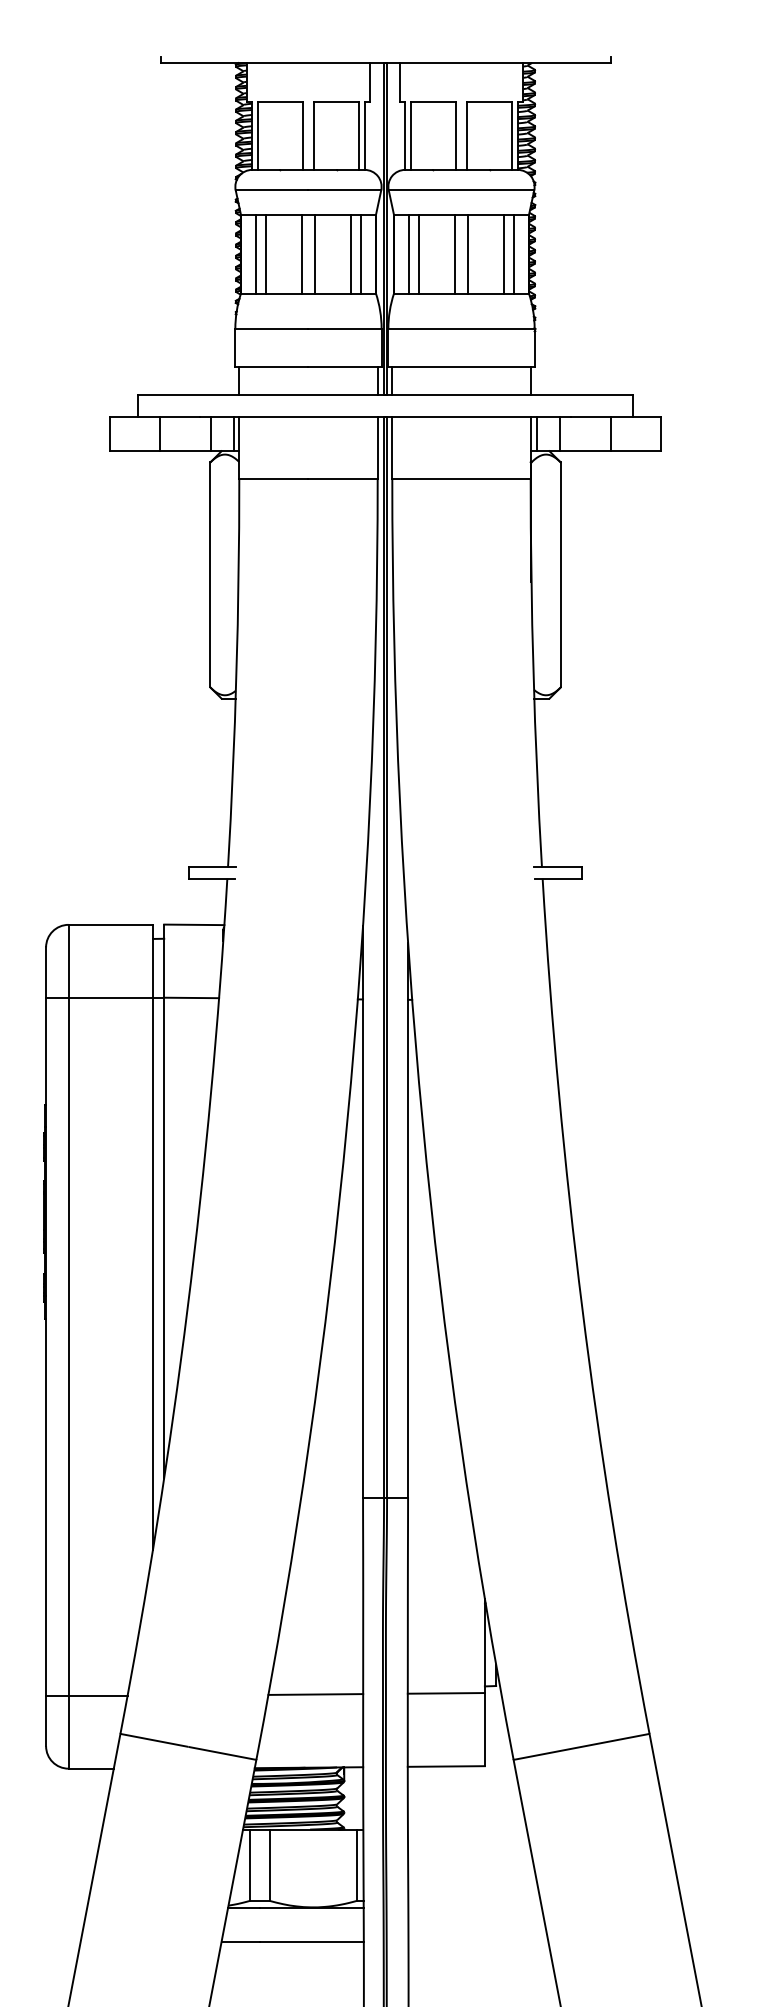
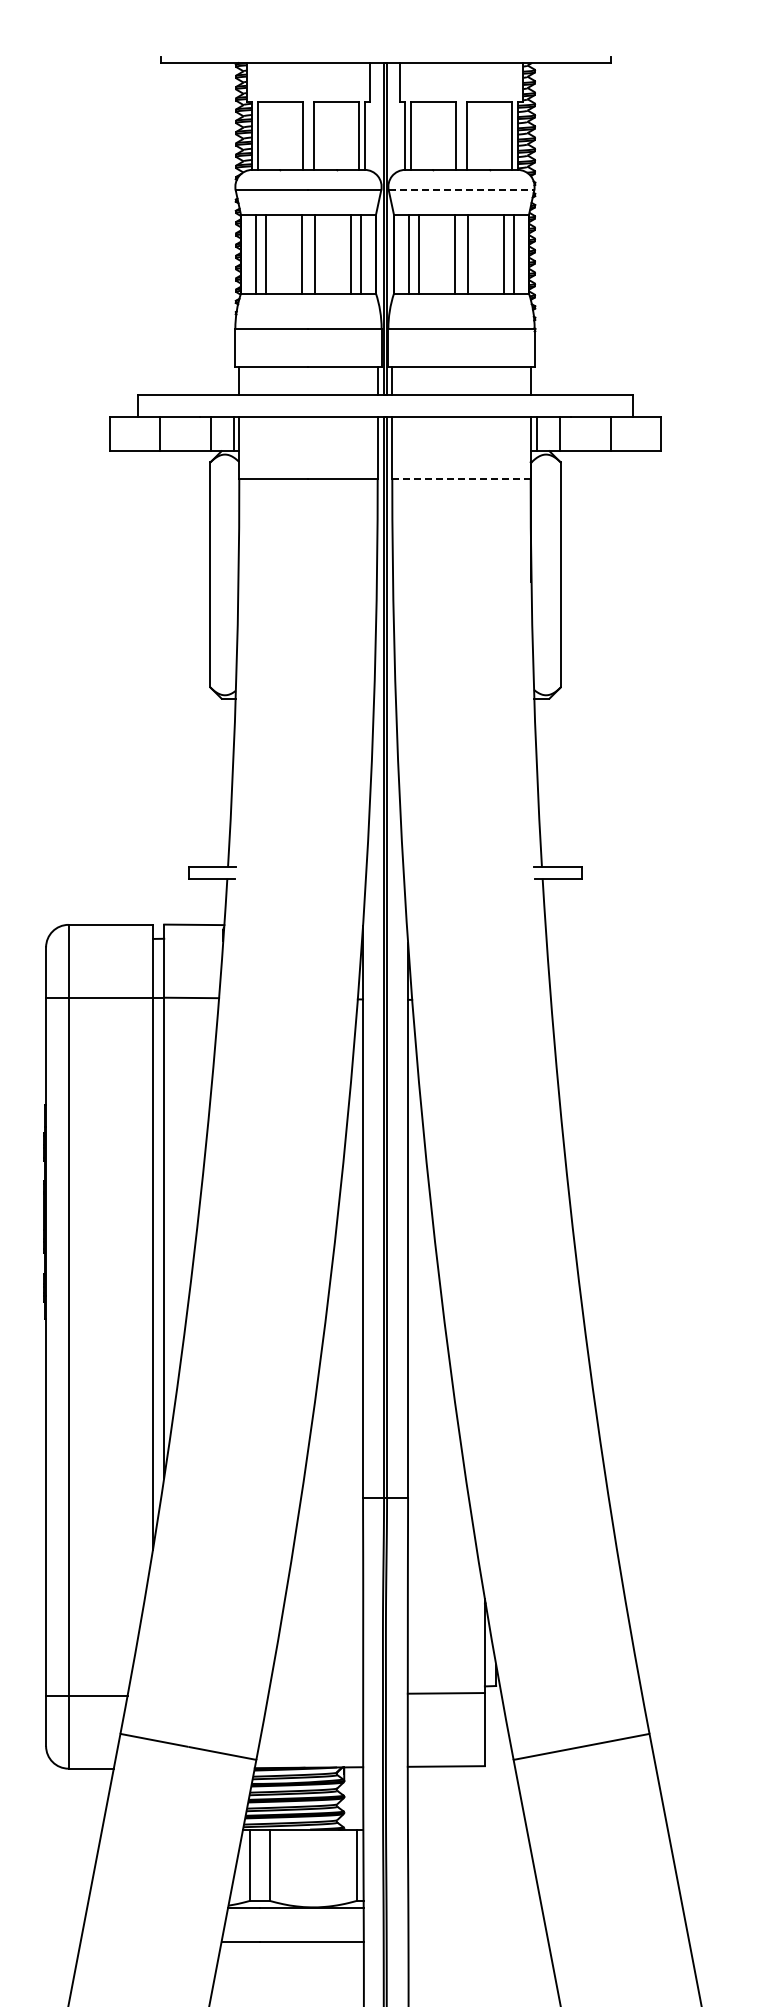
line at (461, 190): solid -> dashed
line at (462, 479): solid -> dashed
line at (315, 1694): present -> none
